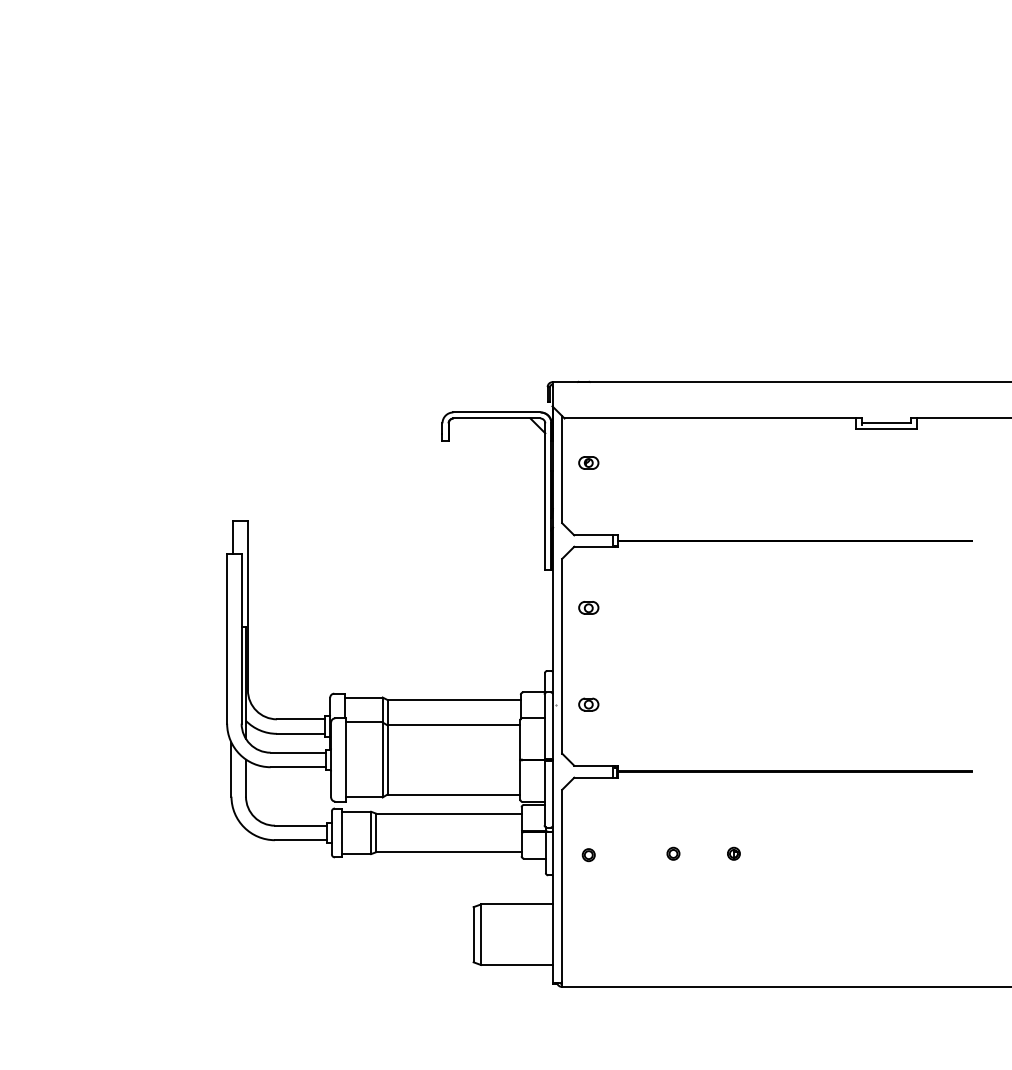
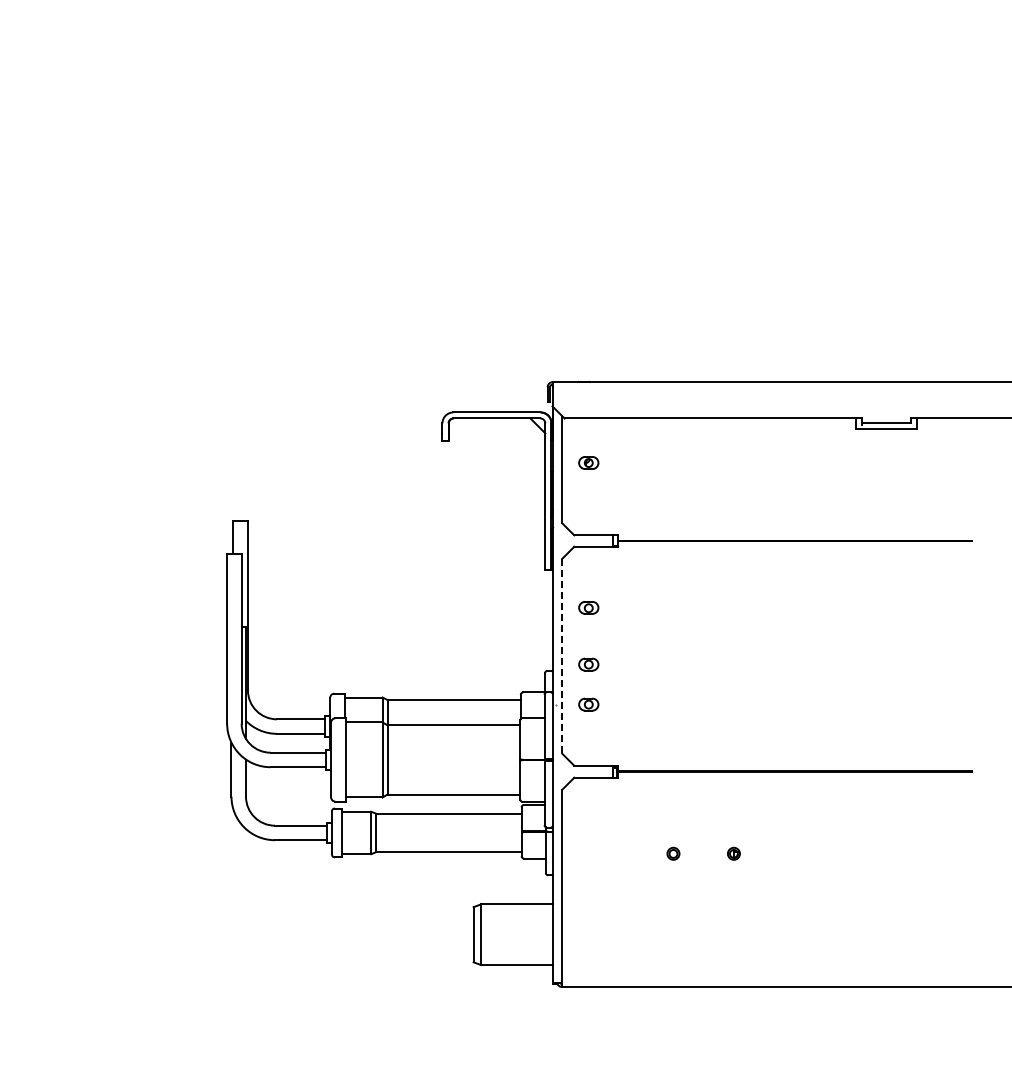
line at (562, 656): solid -> dashed
part at (588, 664): none -> present
part at (588, 855): present -> none
